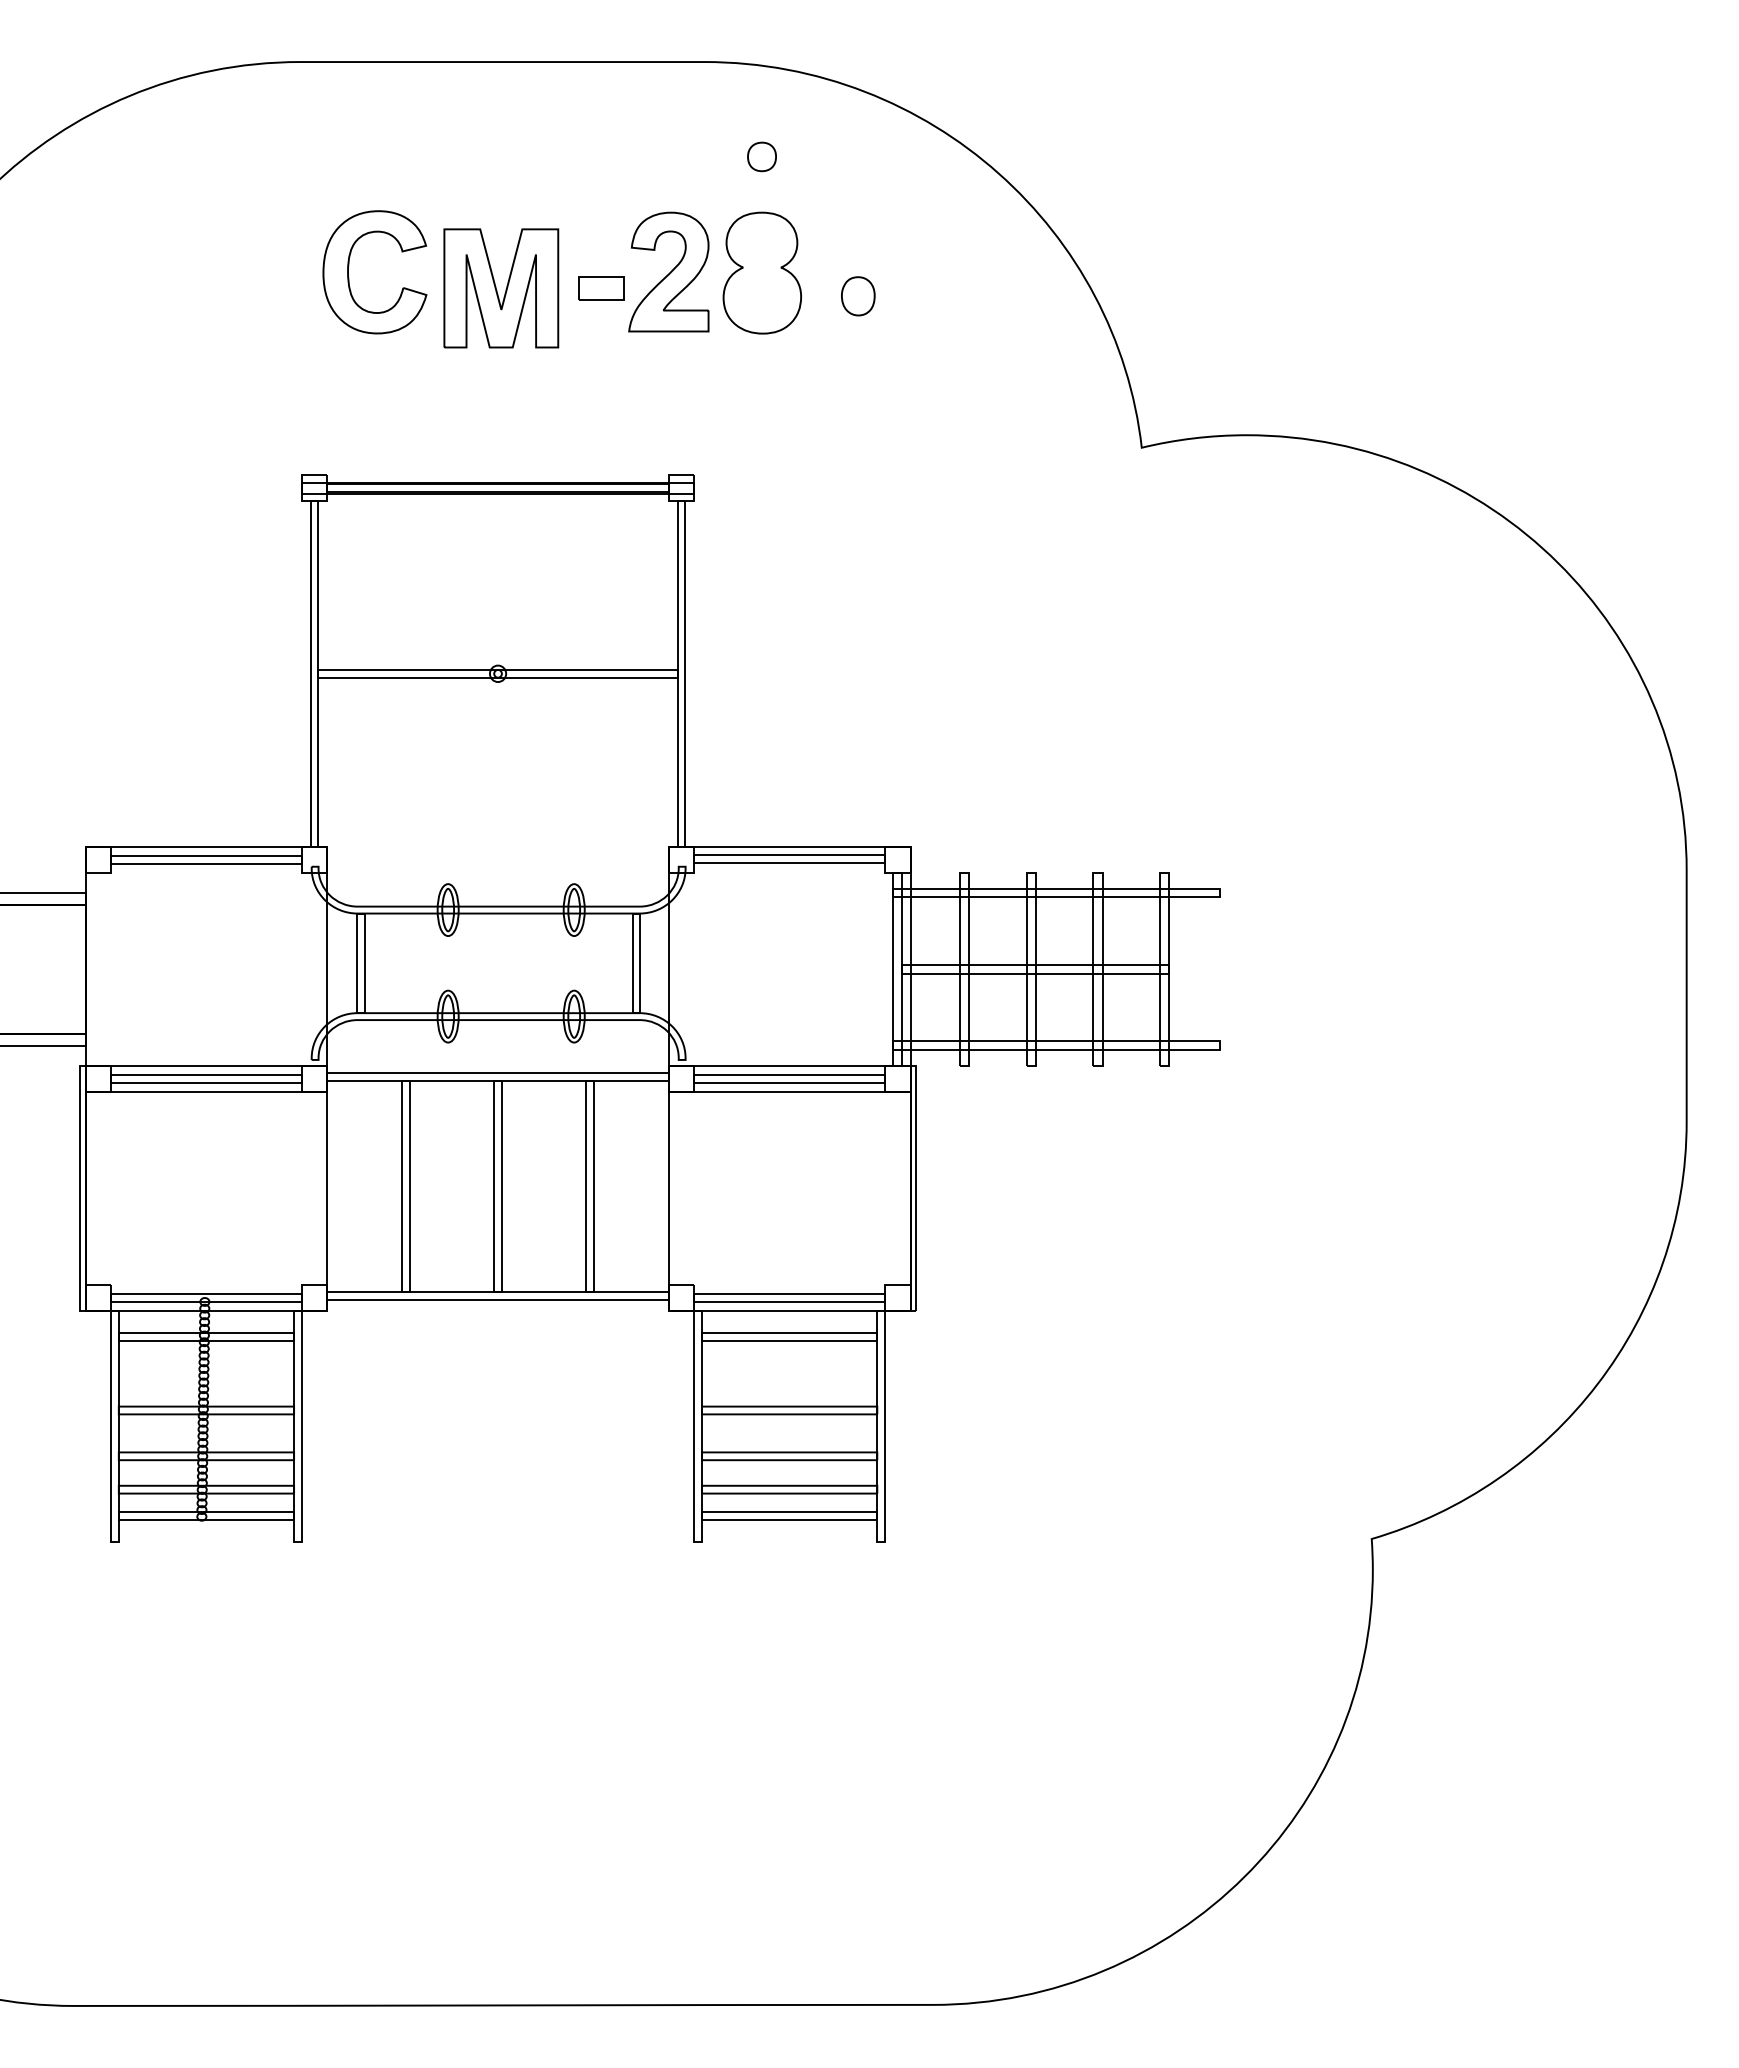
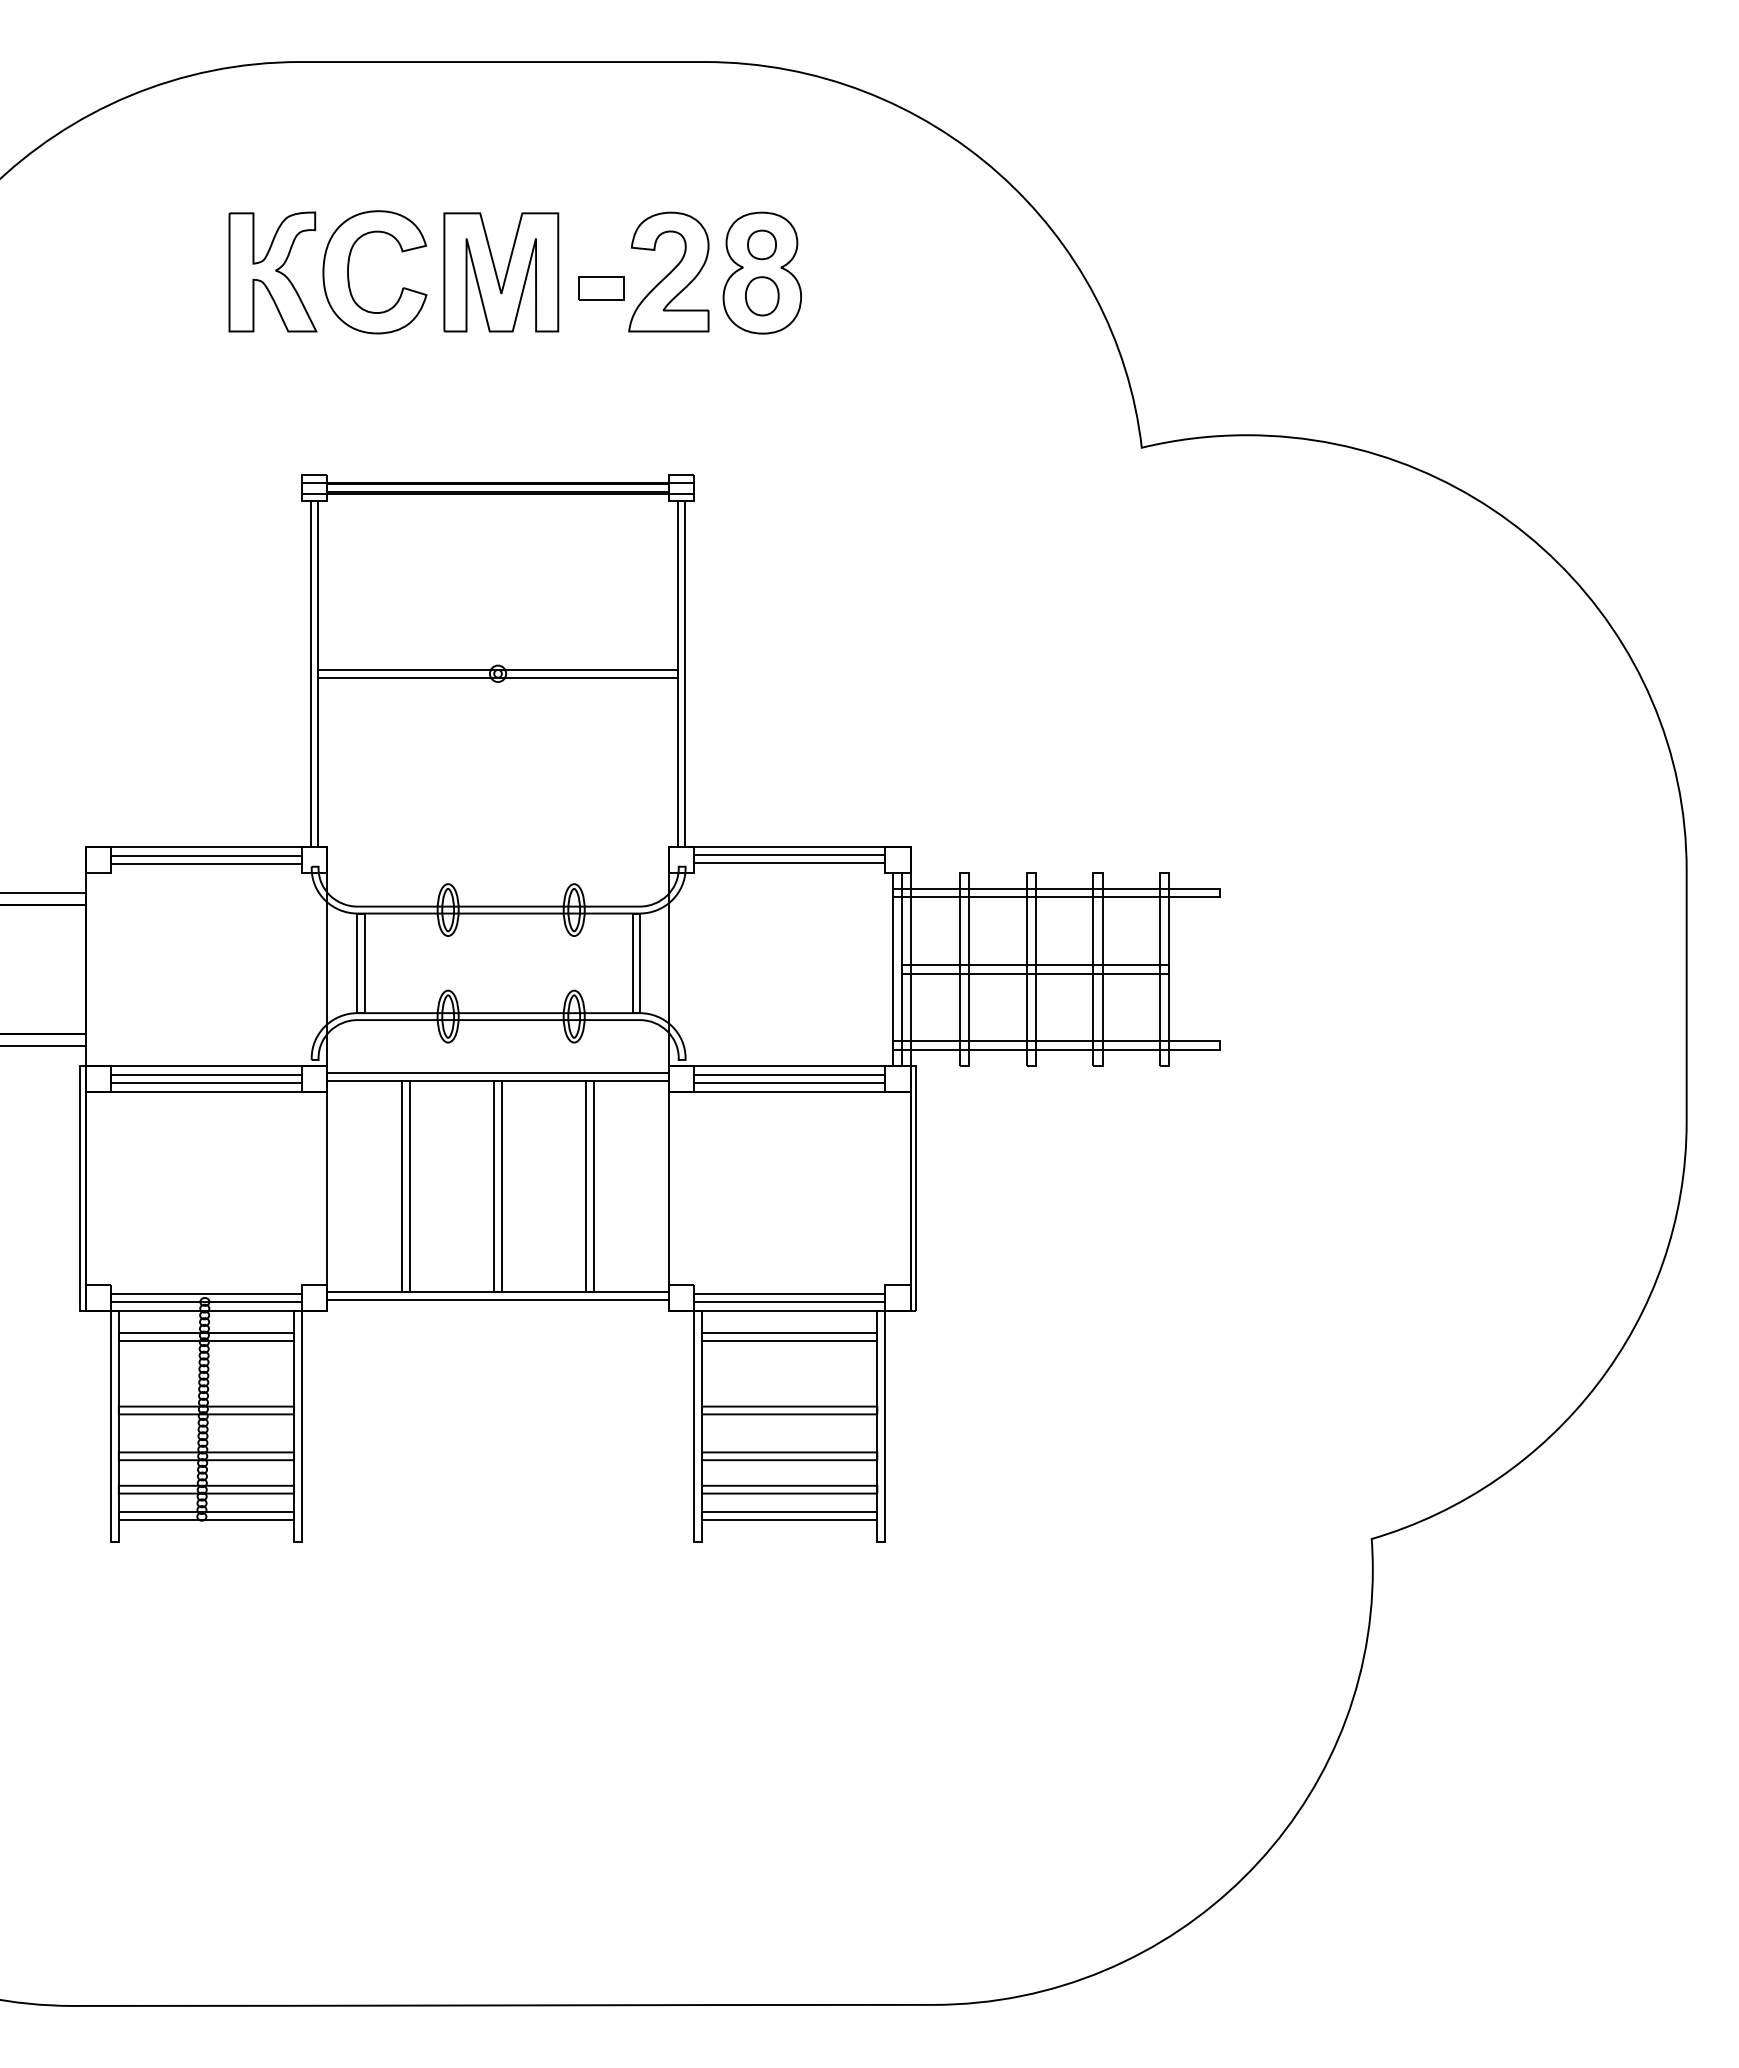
part at (761, 156) position: (761, 156) -> (761, 244)
part at (272, 271): none -> present
part at (501, 288) position: (501, 288) -> (501, 272)
part at (858, 296) position: (858, 296) -> (762, 296)
